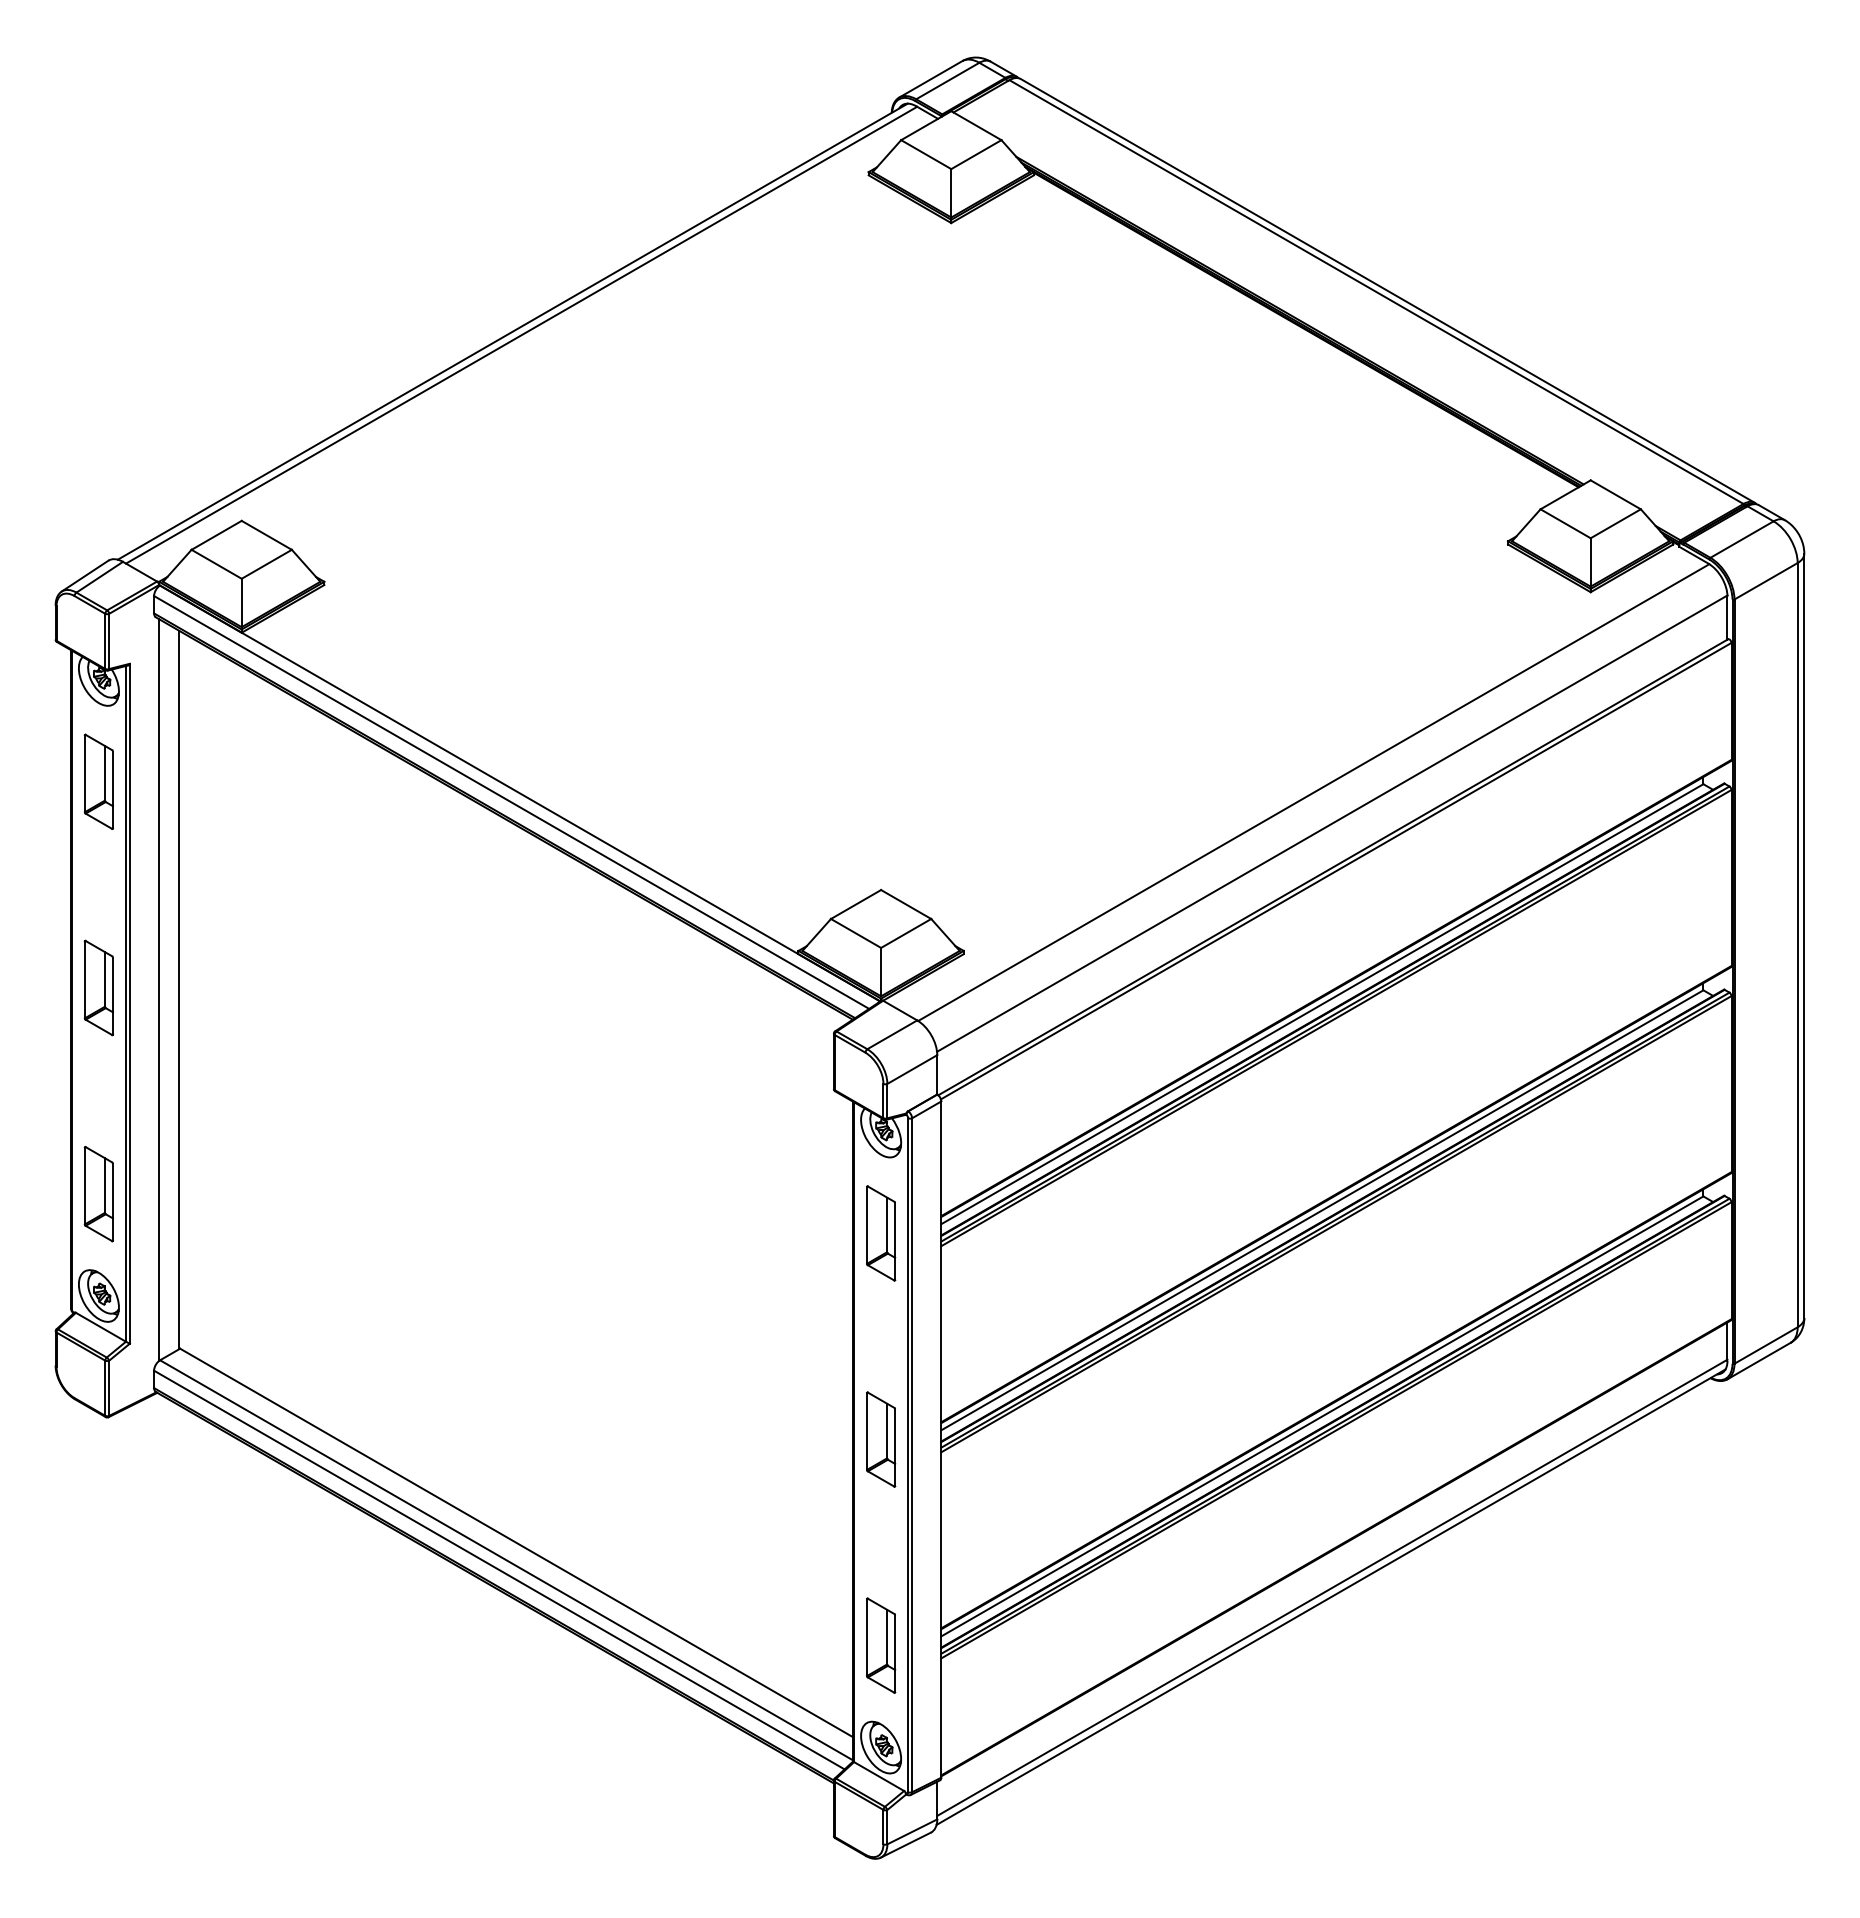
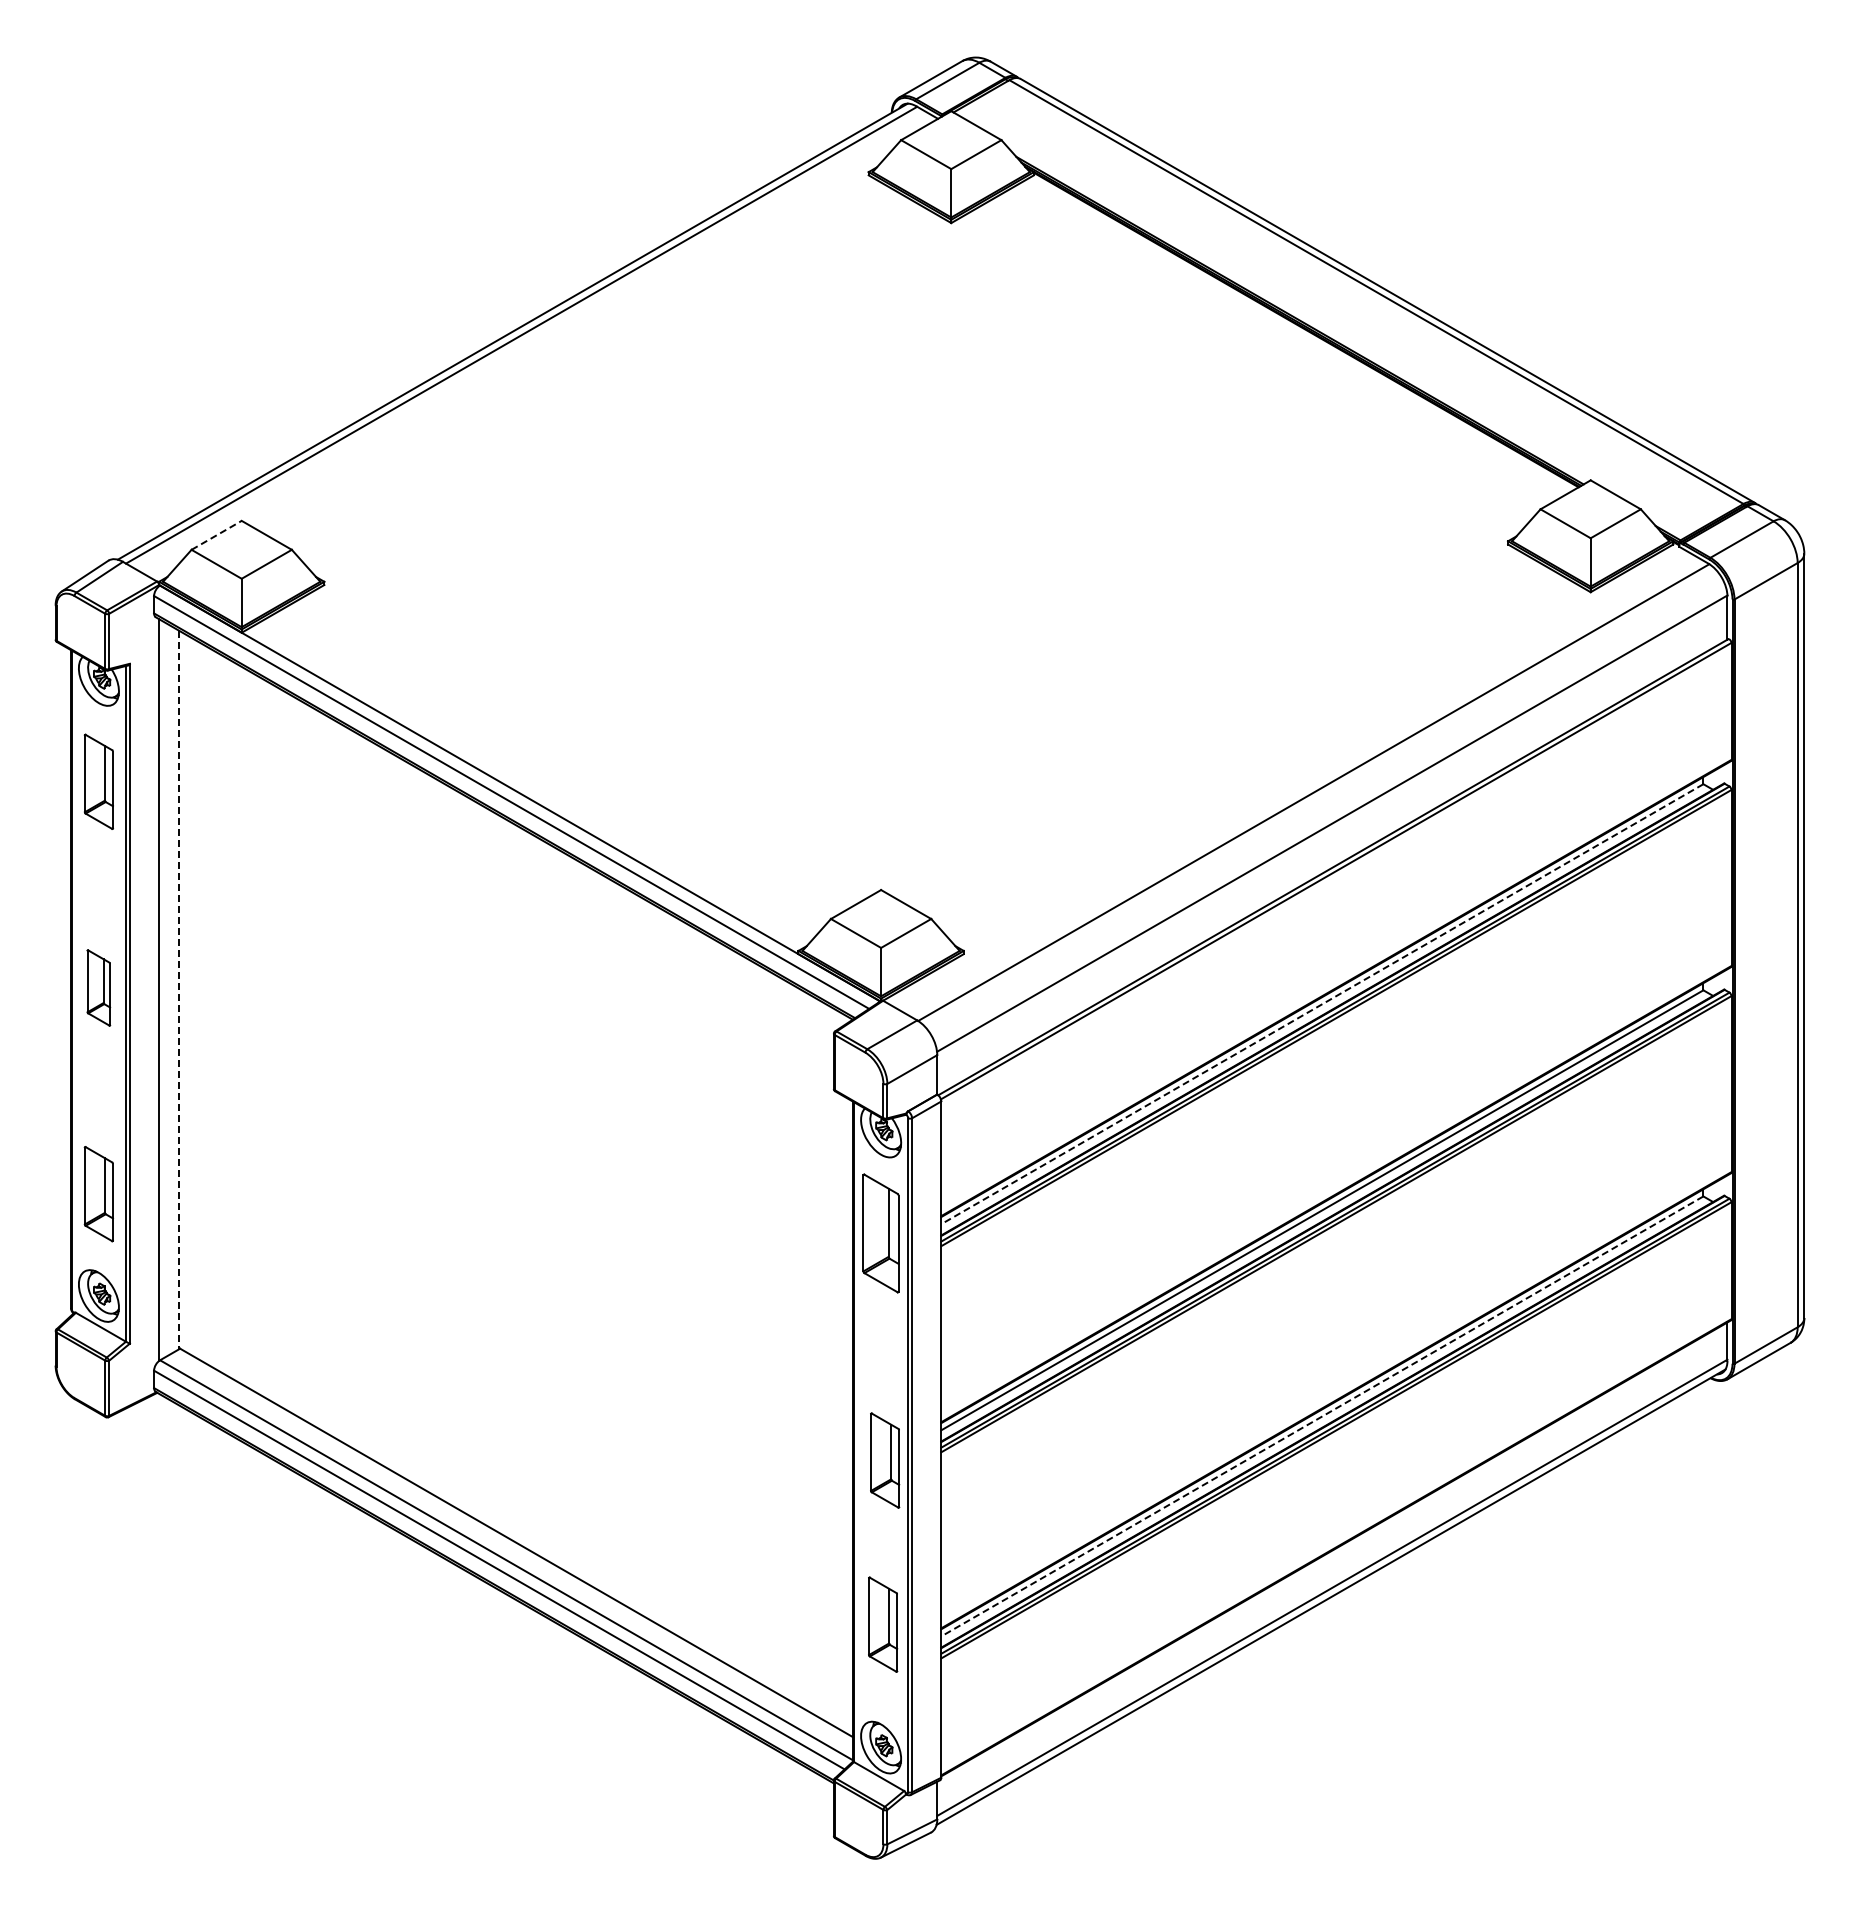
line at (216, 535): solid -> dashed
part at (98, 987) size: 31x98 px -> 26x78 px
line at (179, 990): solid -> dashed
line at (1321, 1004): solid -> dashed
part at (881, 1233) size: 31x97 px -> 38x121 px
line at (1321, 1416): solid -> dashed
part at (881, 1439) position: (881, 1439) -> (885, 1460)
part at (881, 1645) position: (881, 1645) -> (883, 1624)
